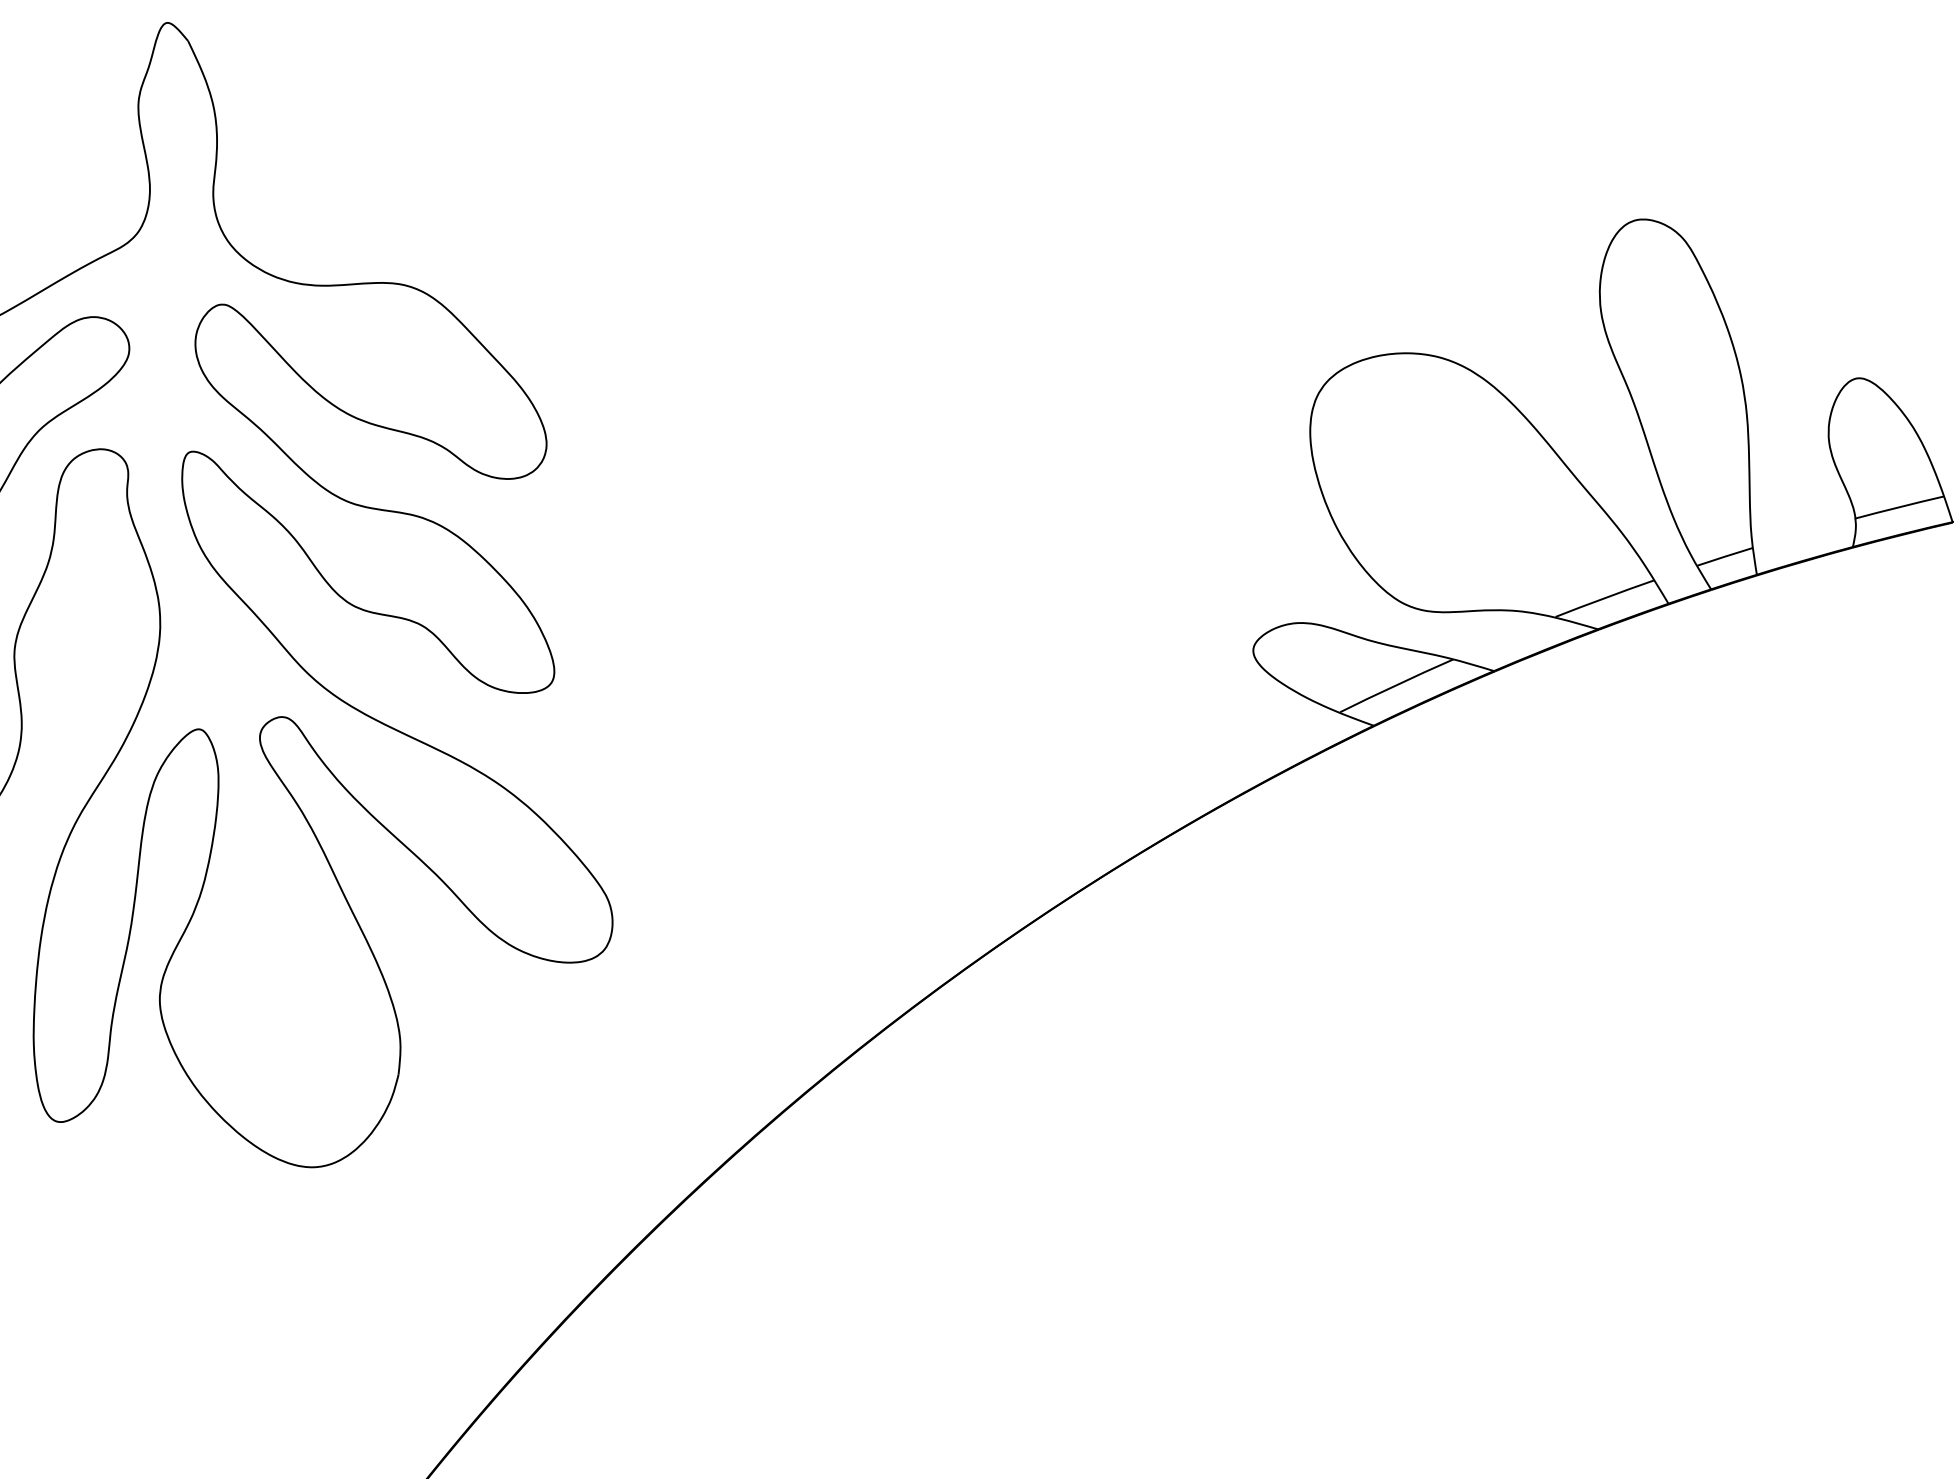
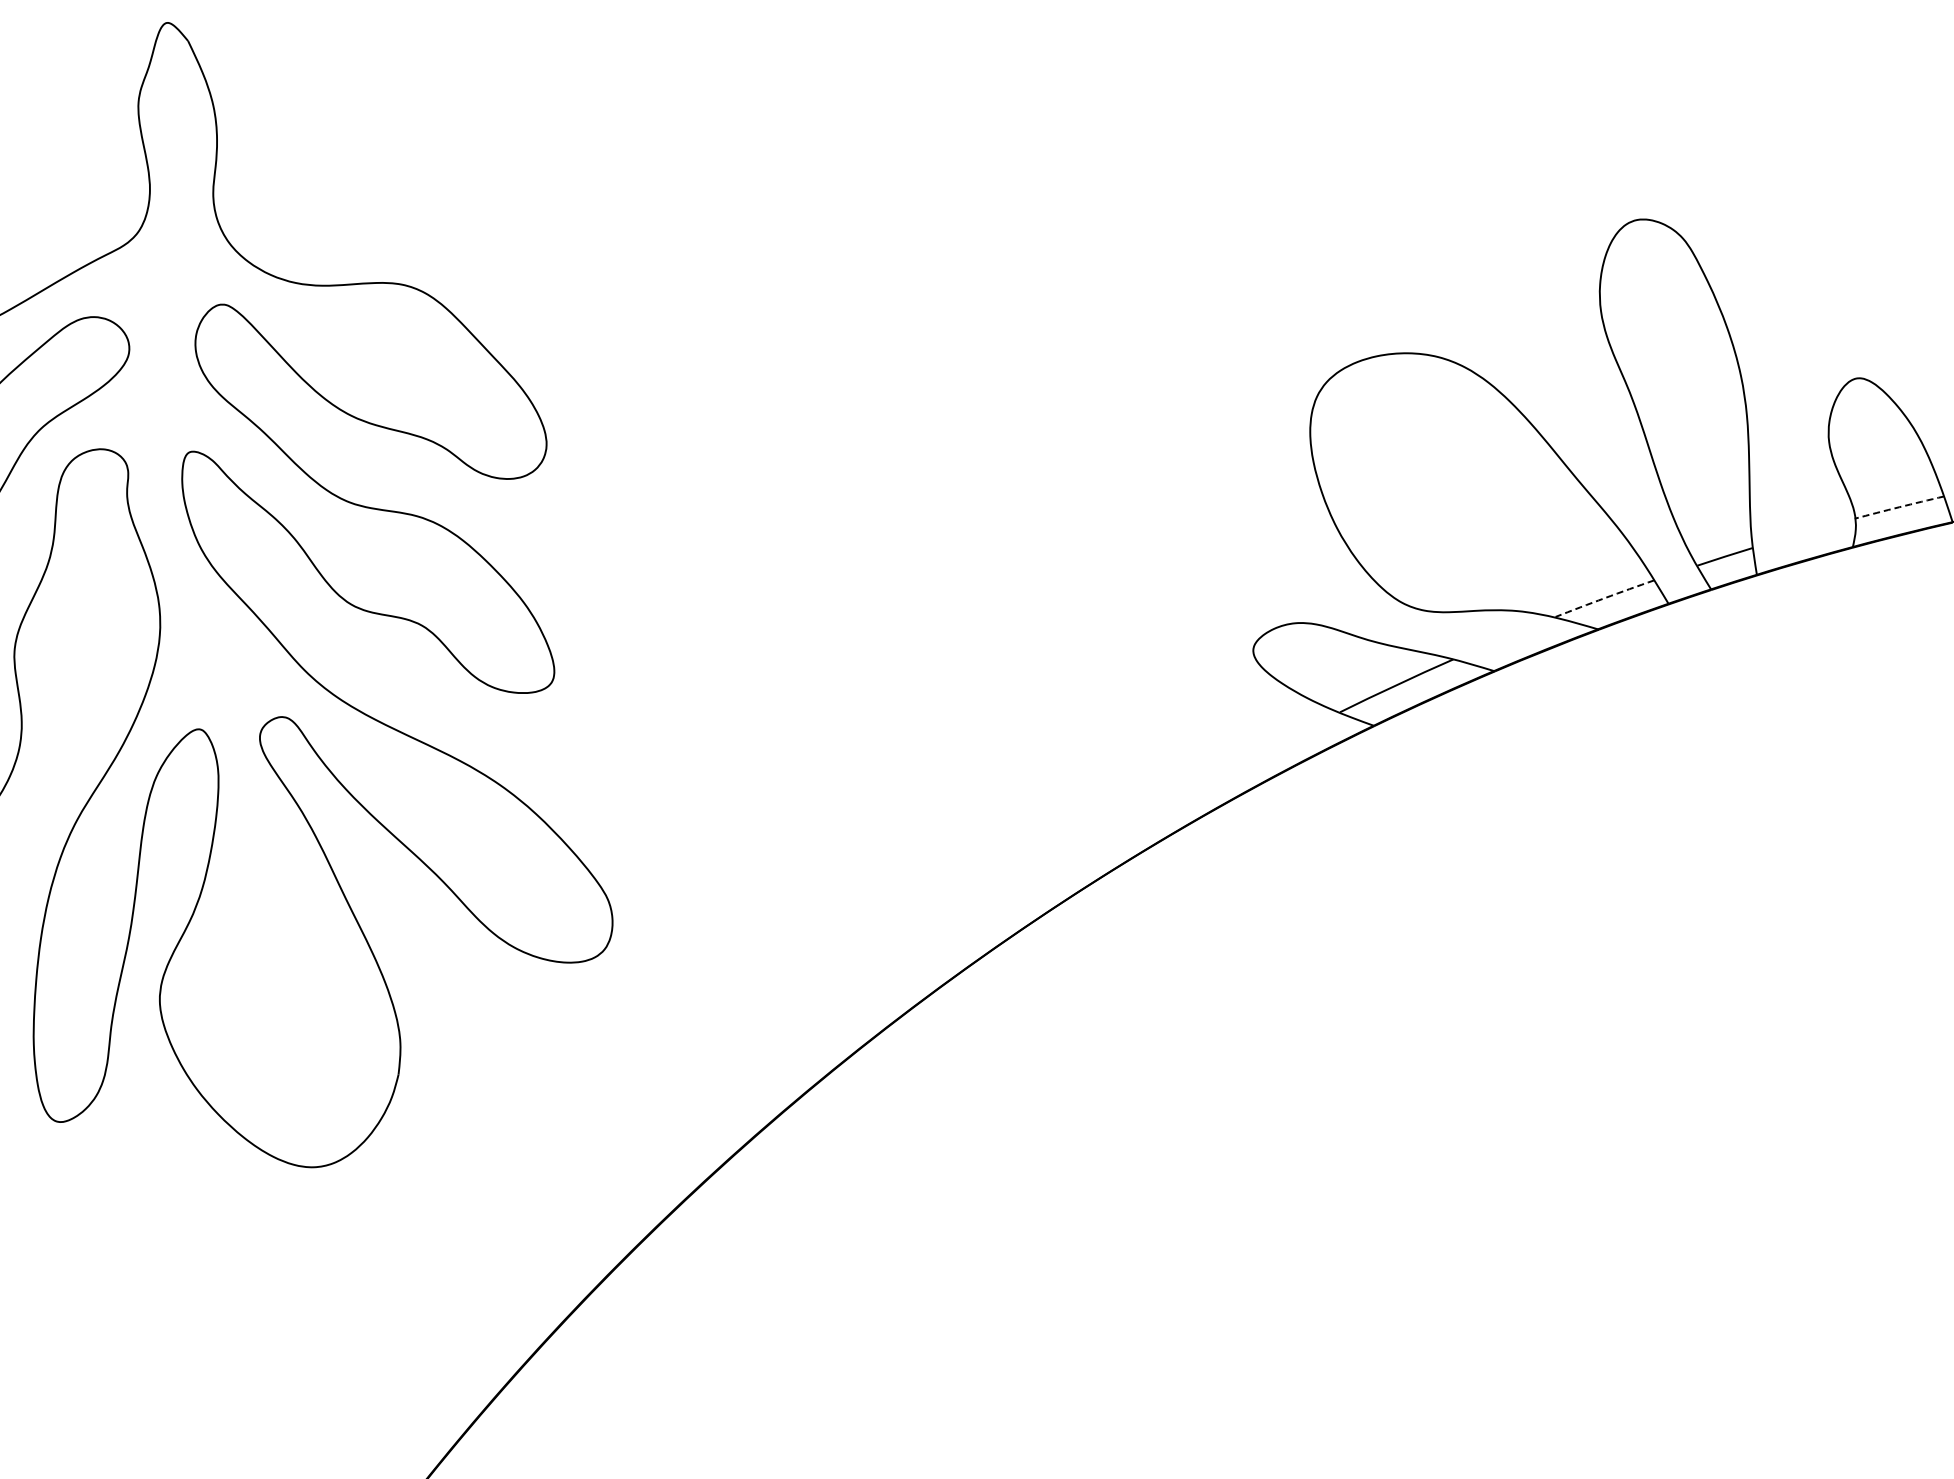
arc at (1899, 507): solid -> dashed
arc at (1604, 598): solid -> dashed
